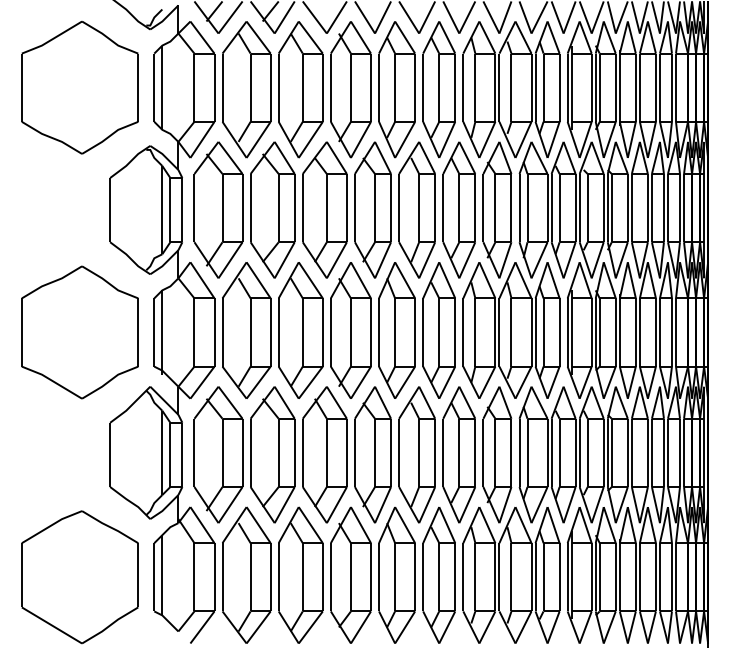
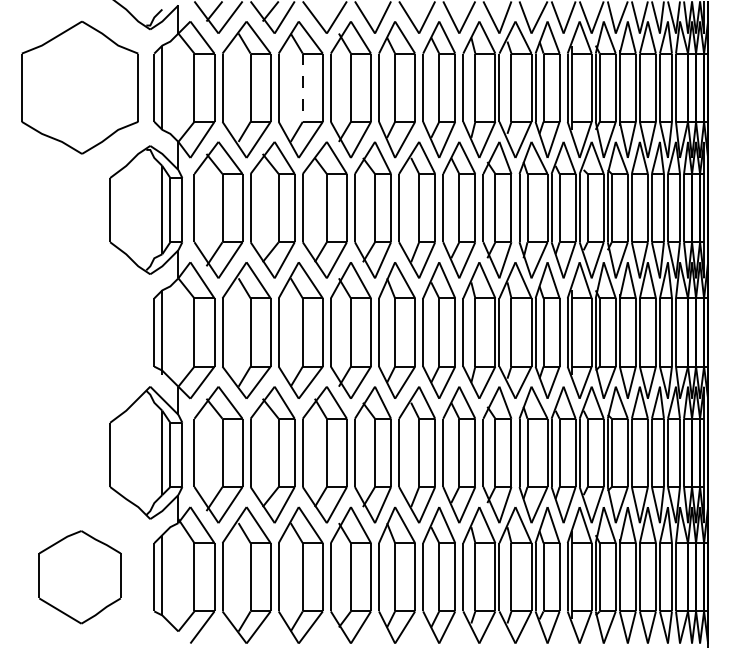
line at (302, 88): solid -> dashed
part at (79, 332): present -> none
part at (79, 577) size: 118x135 px -> 84x95 px
